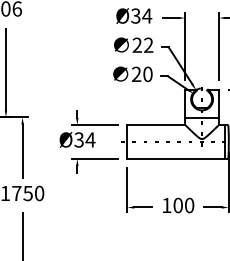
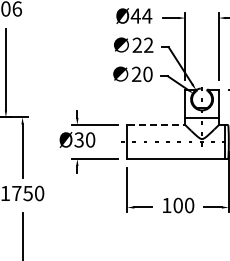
text at (135, 15): Ø34 -> Ø44
line at (156, 124): solid -> dashed
text at (90, 139): Ø34 -> Ø30
